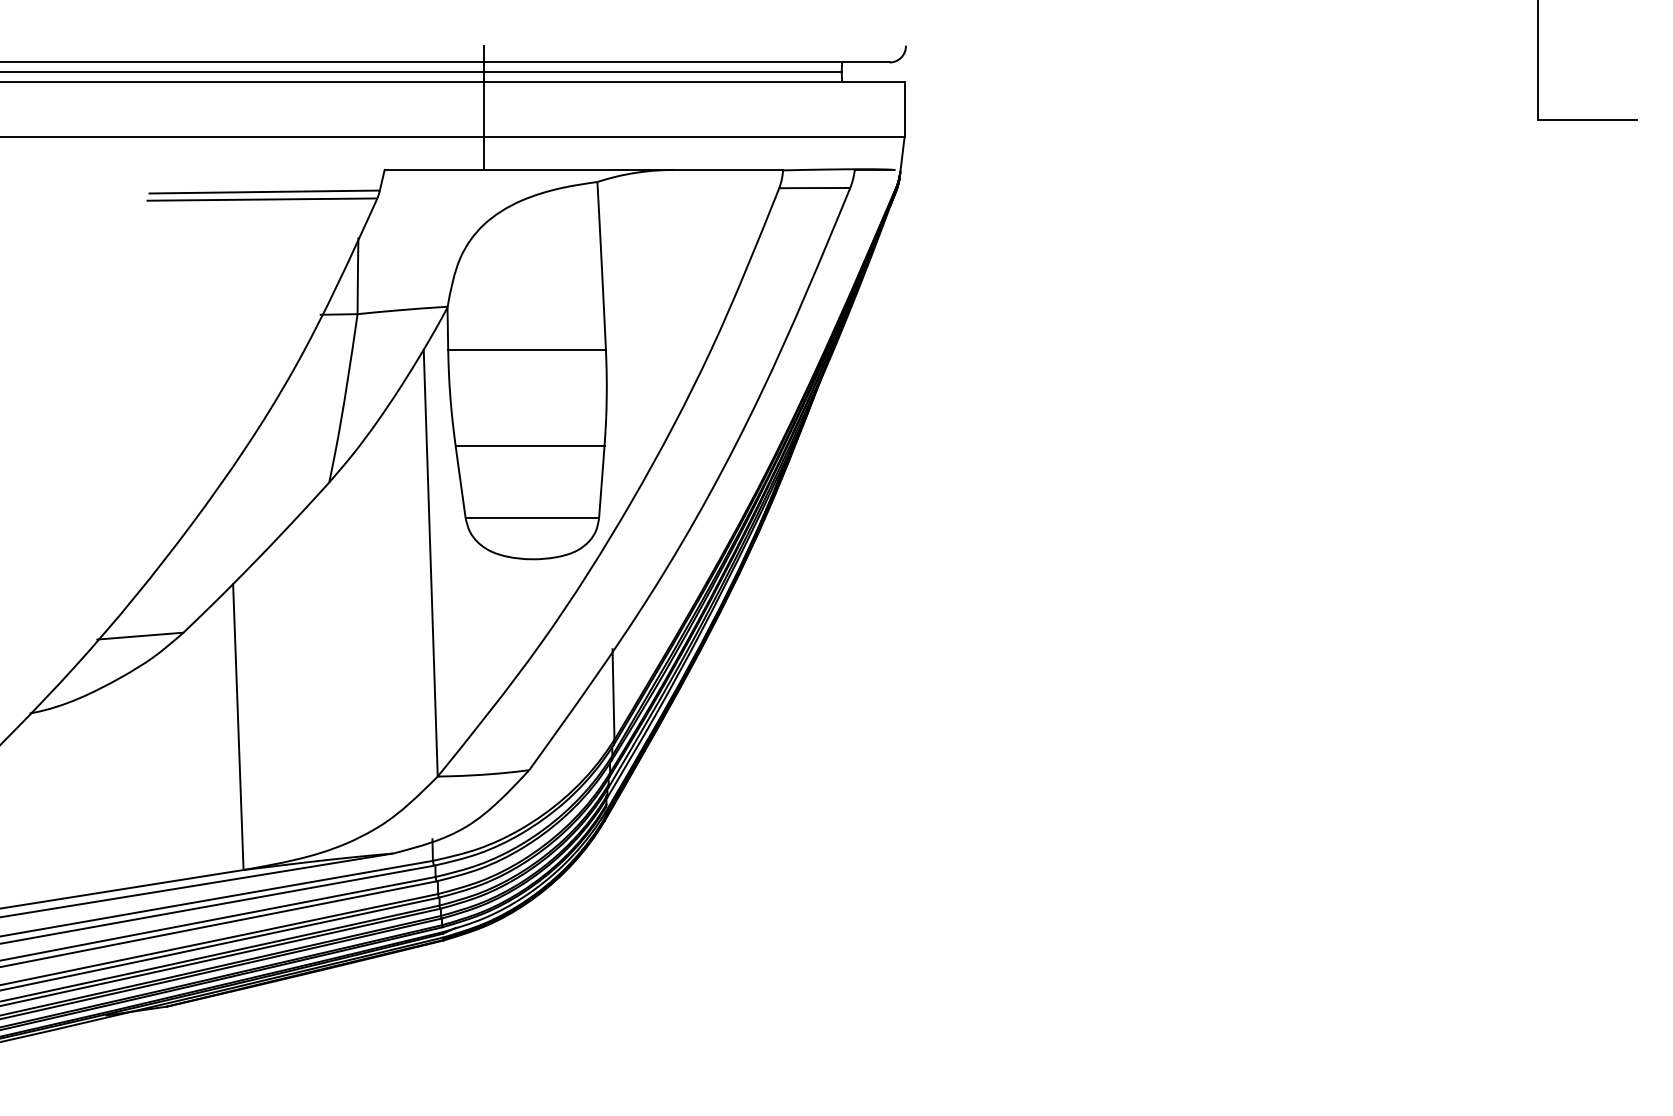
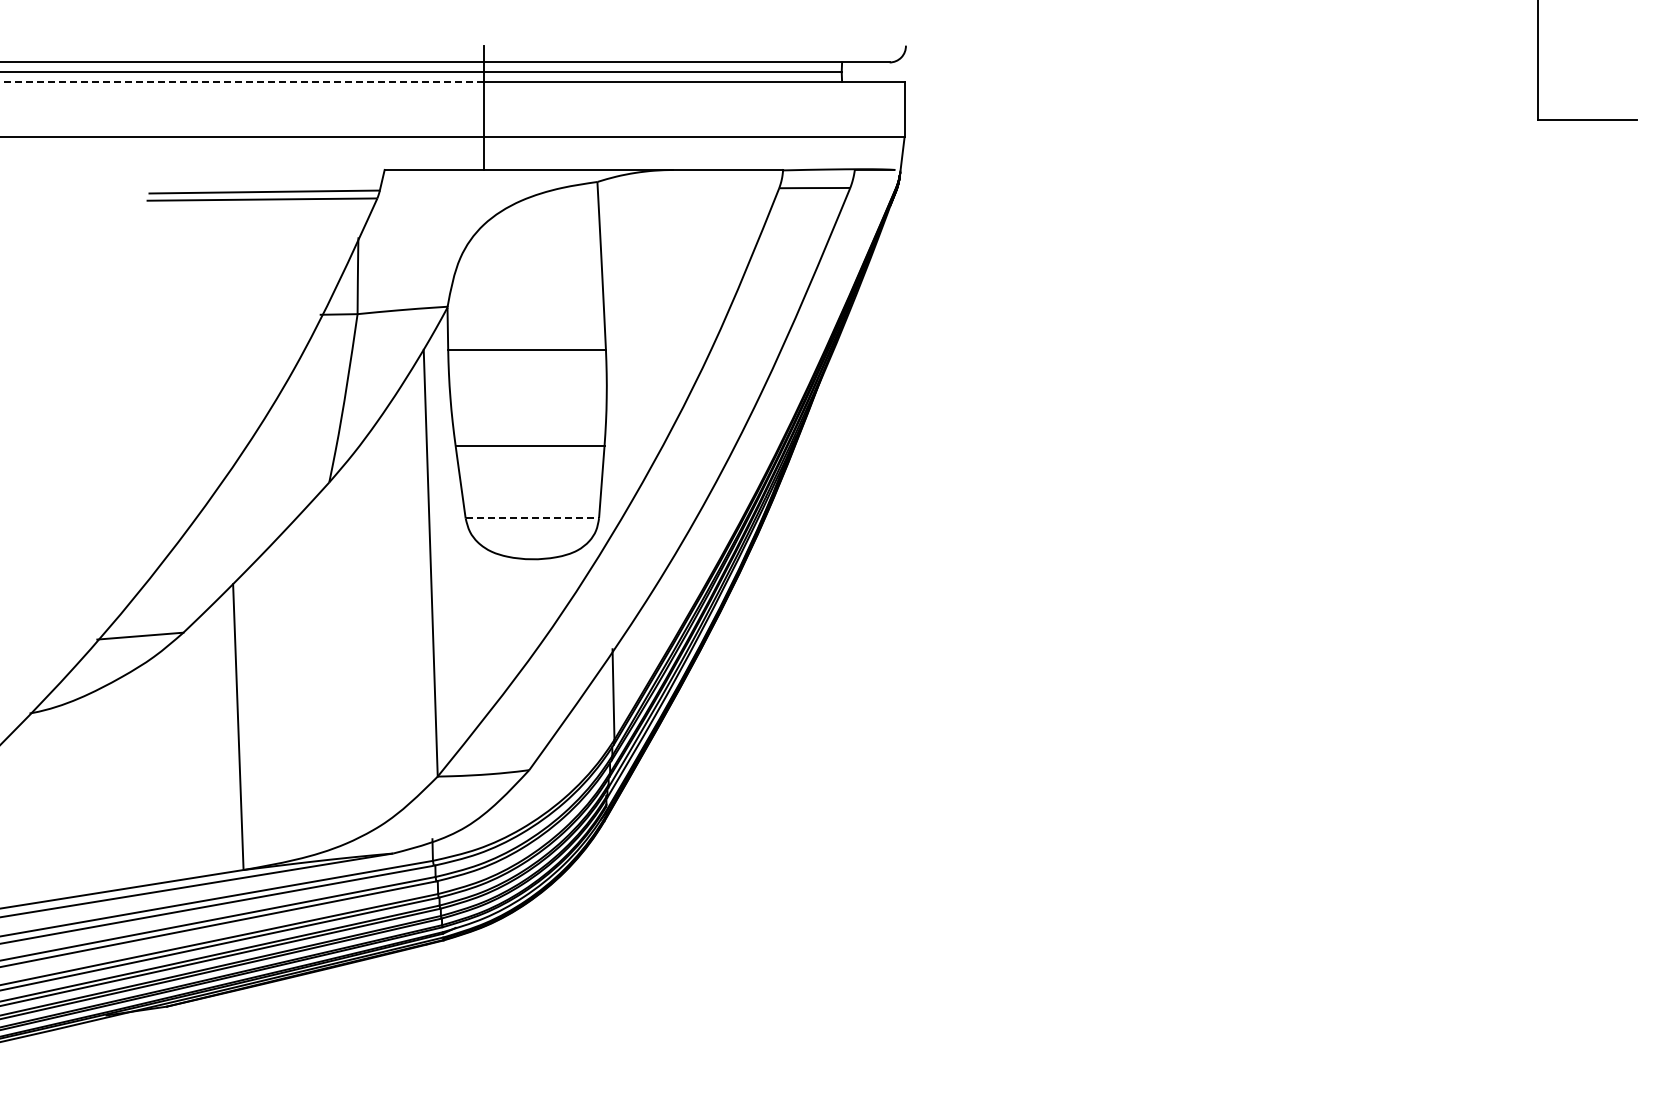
line at (241, 82): solid -> dashed
line at (532, 518): solid -> dashed
